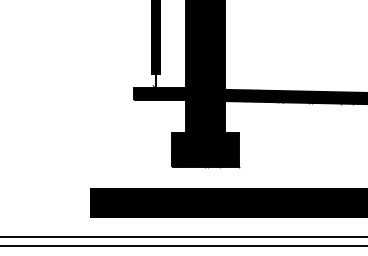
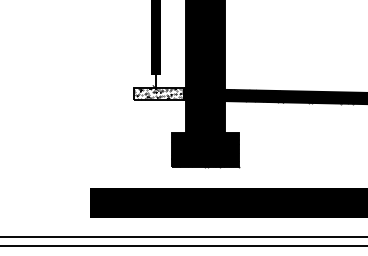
fill at (158, 93): present -> none
